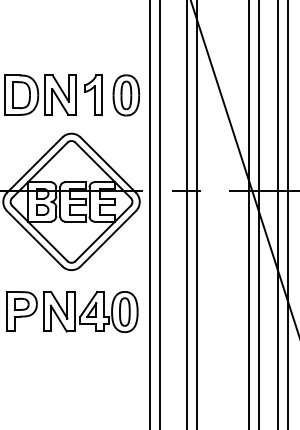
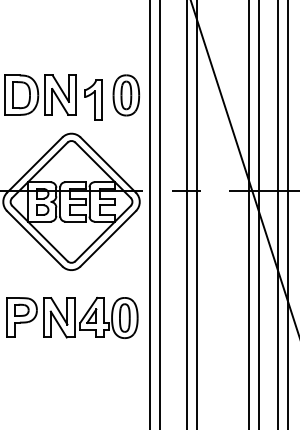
part at (93, 94) position: (93, 94) -> (93, 99)
part at (72, 311) position: (72, 311) -> (72, 317)
